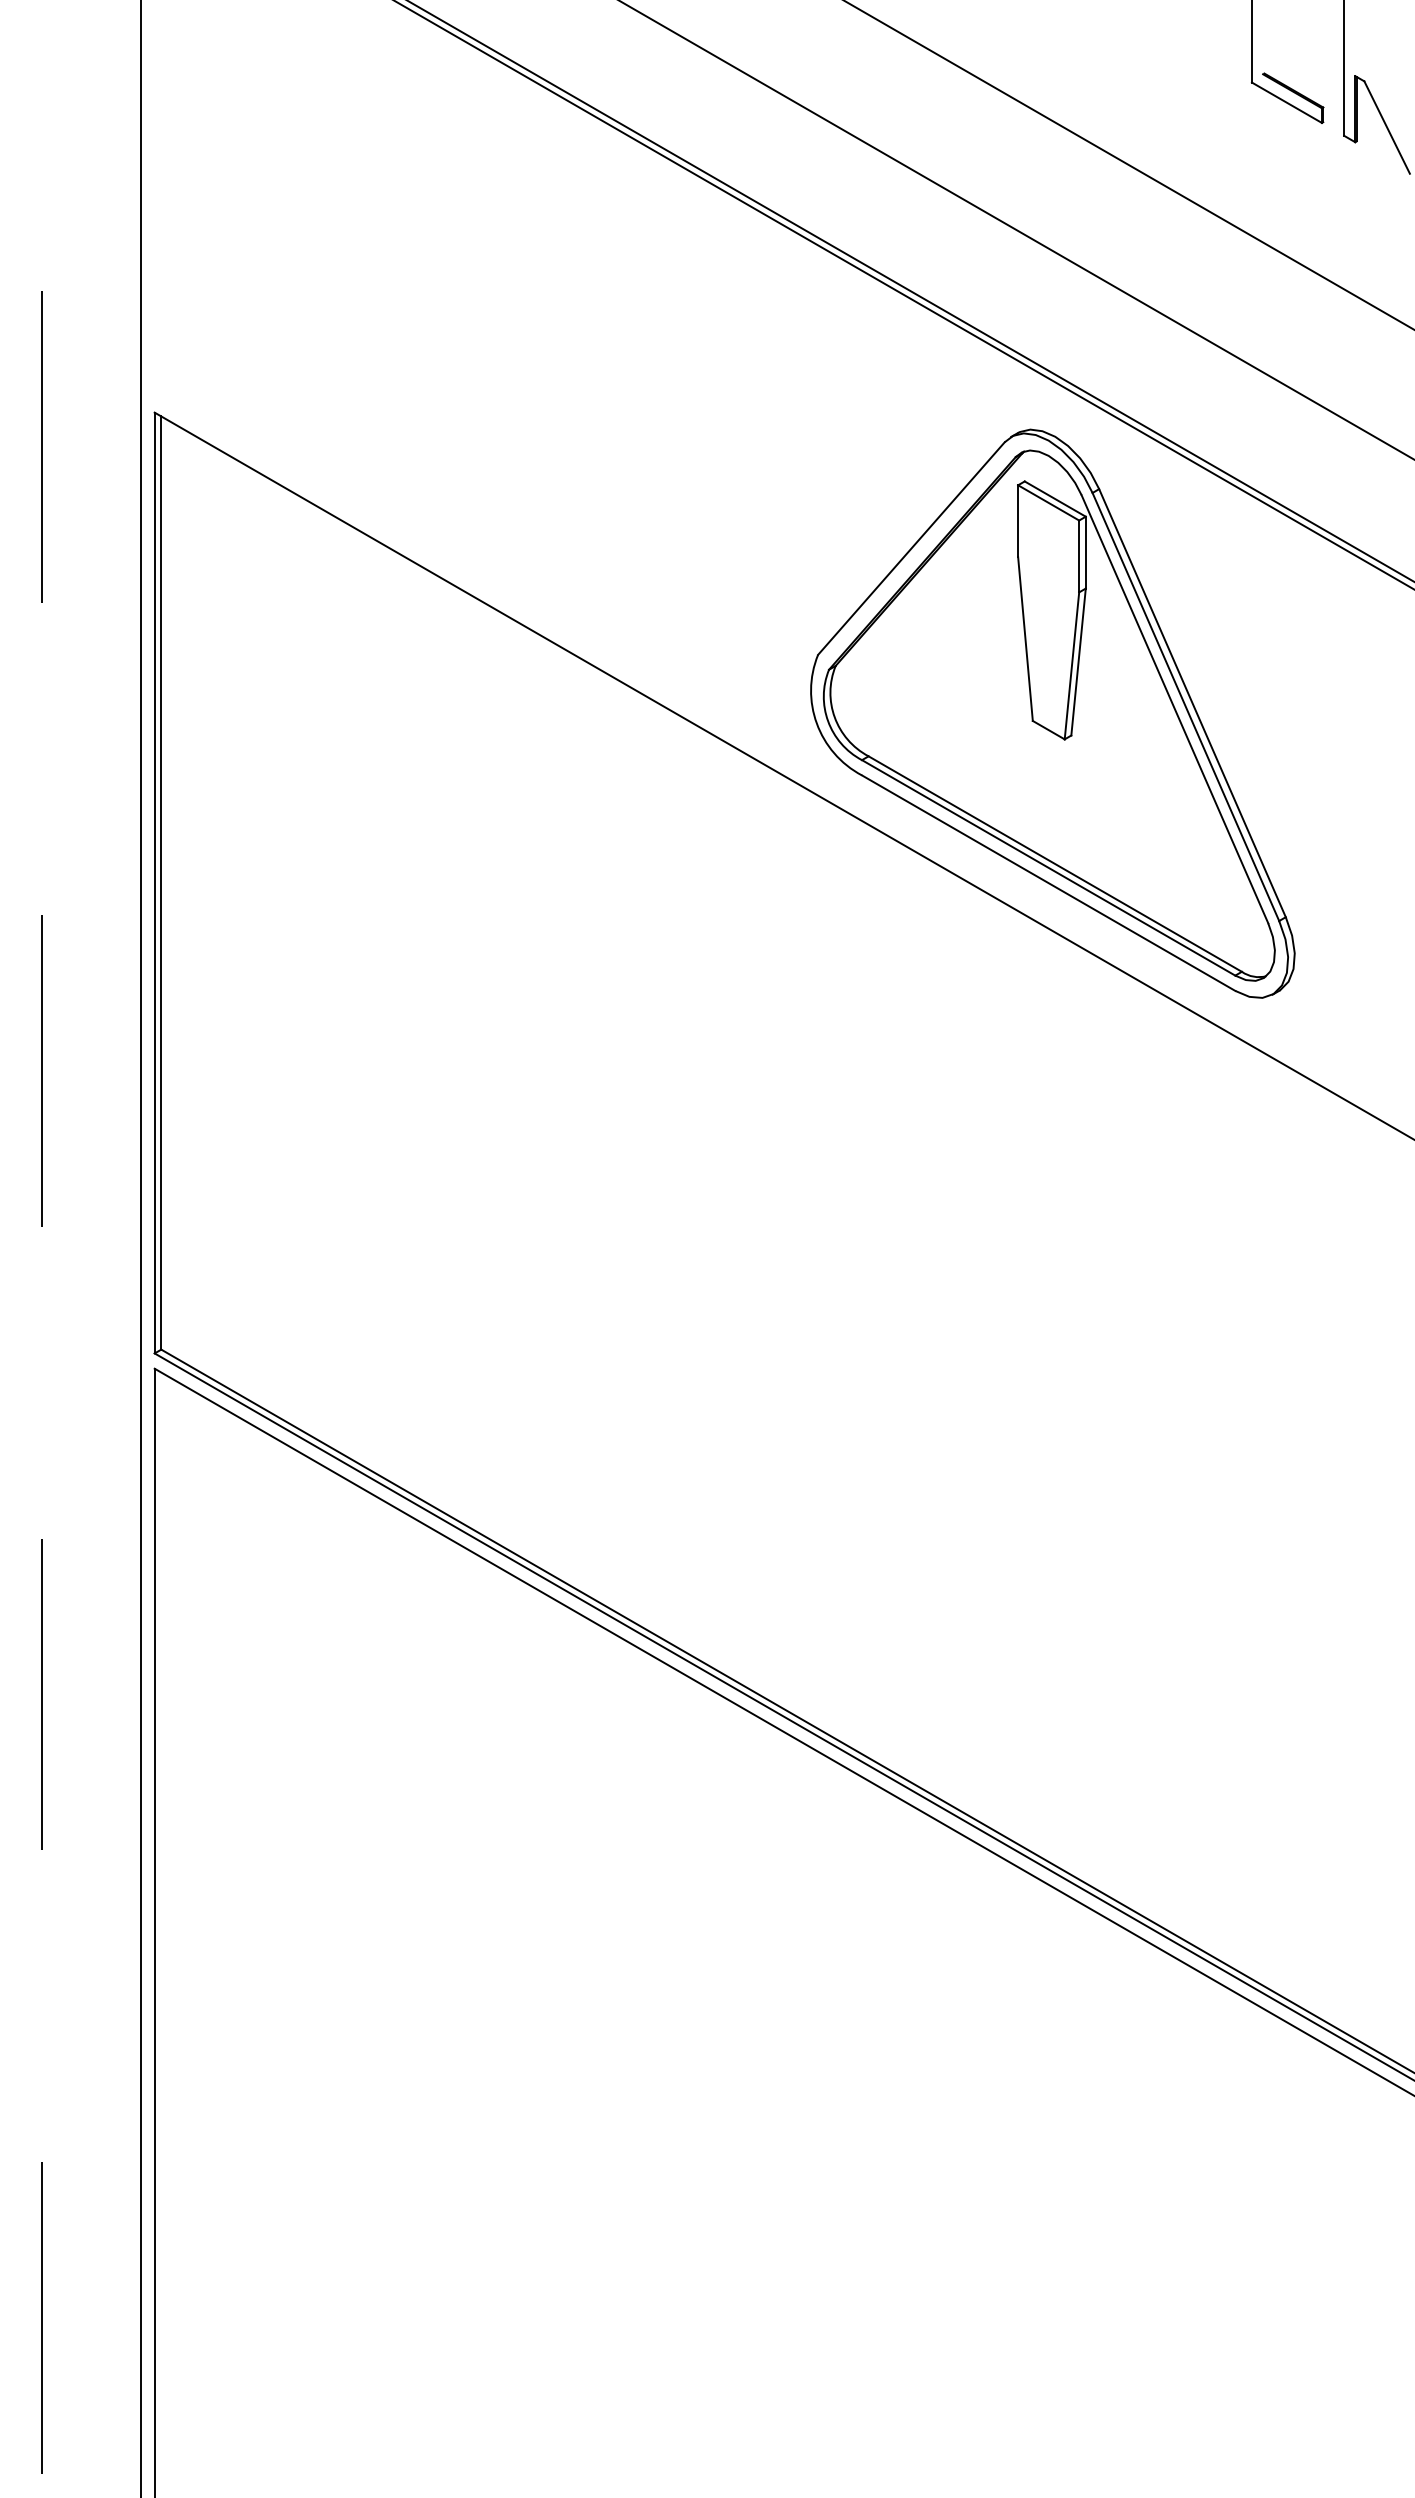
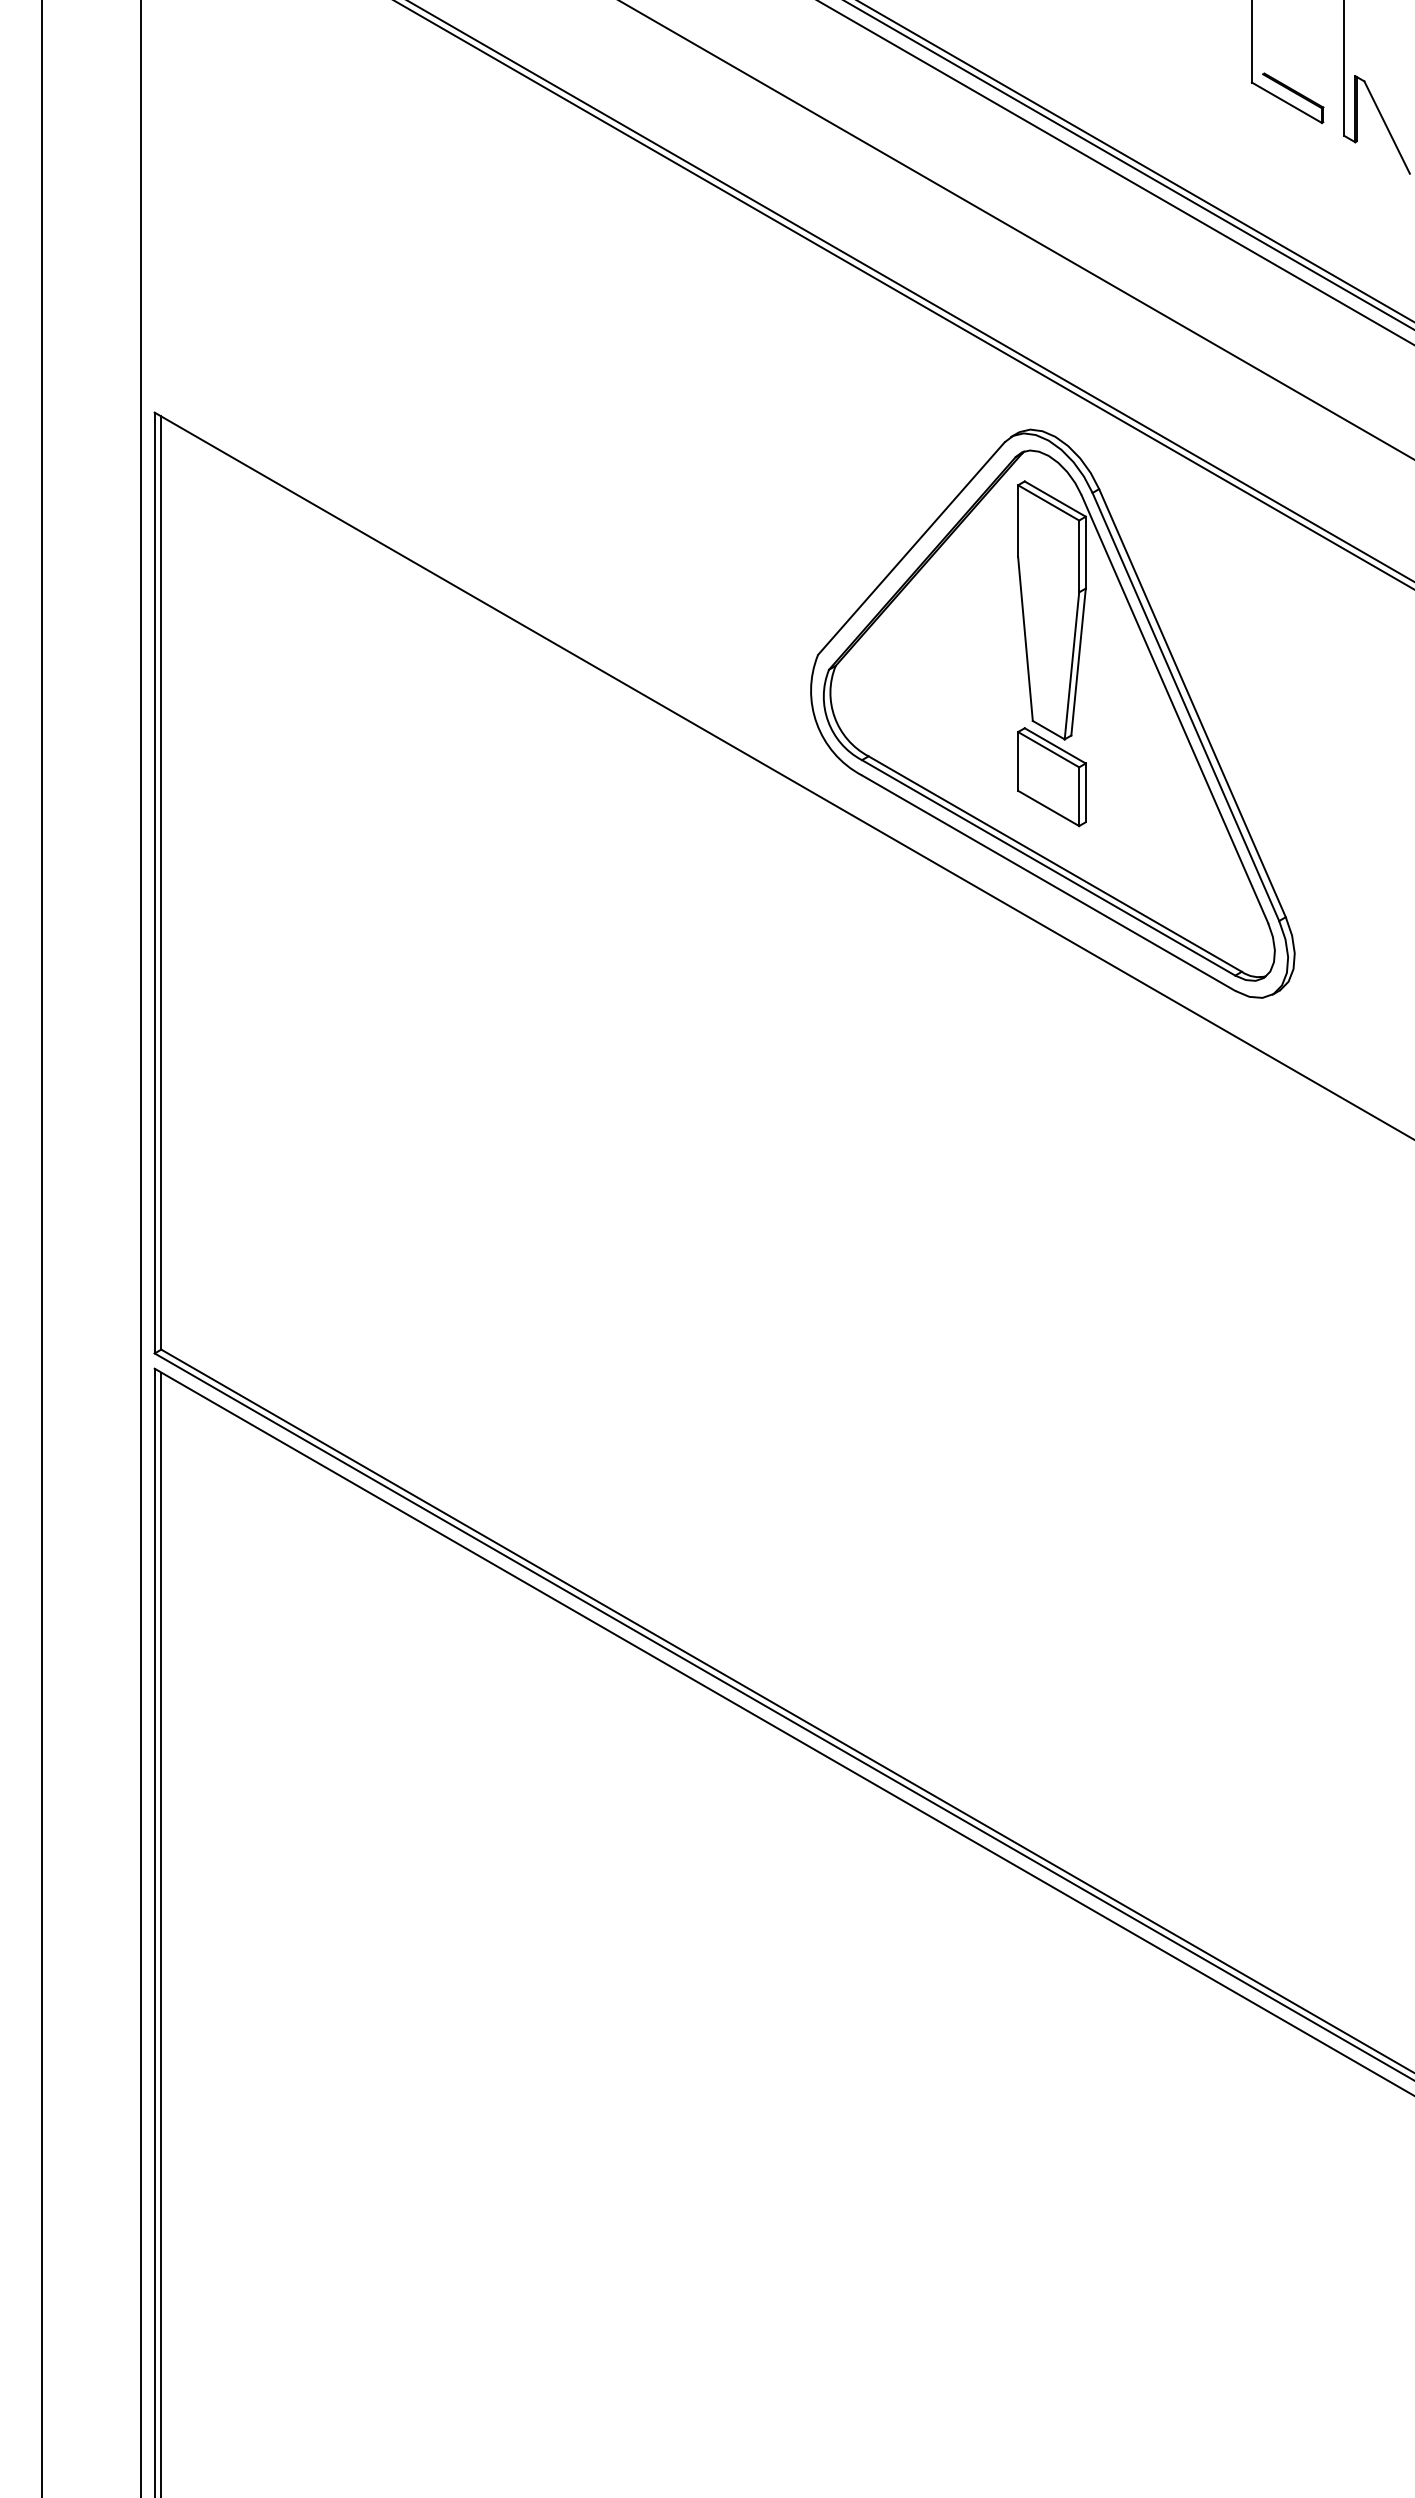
line at (1135, 161): none -> present
line at (1115, 172): none -> present
part at (1051, 777): none -> present
line at (42, 1249): dashed -> solid
line at (161, 1933): none -> present
